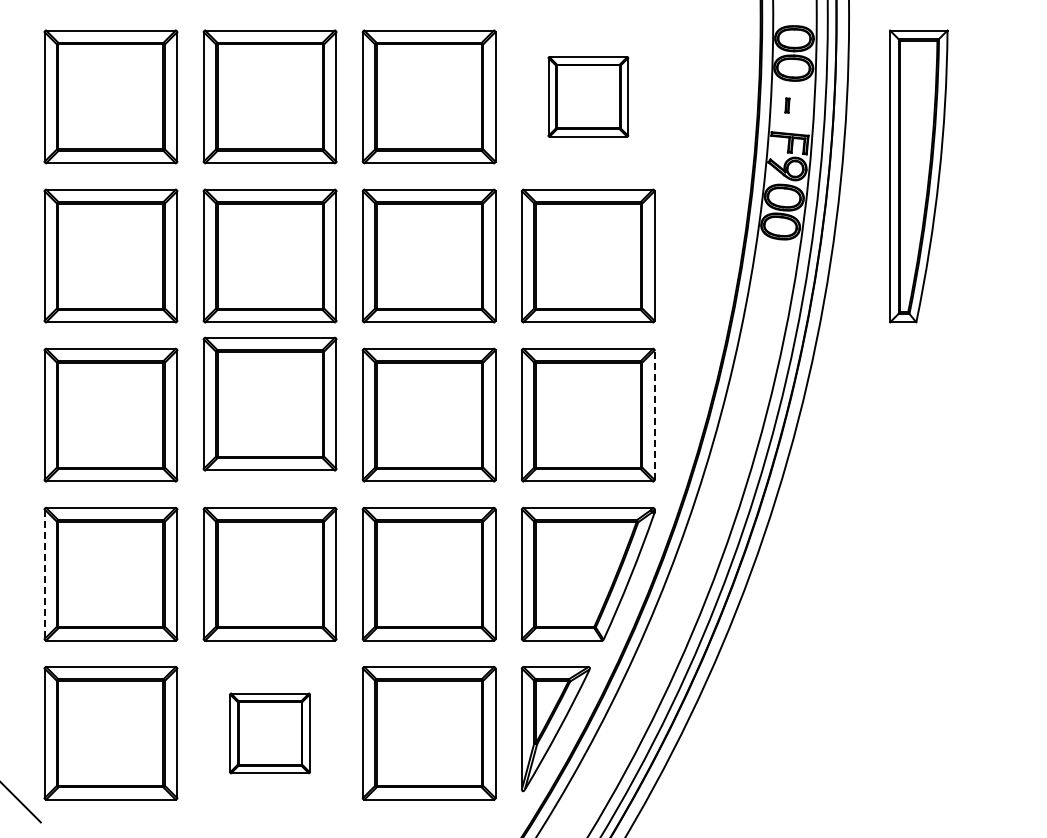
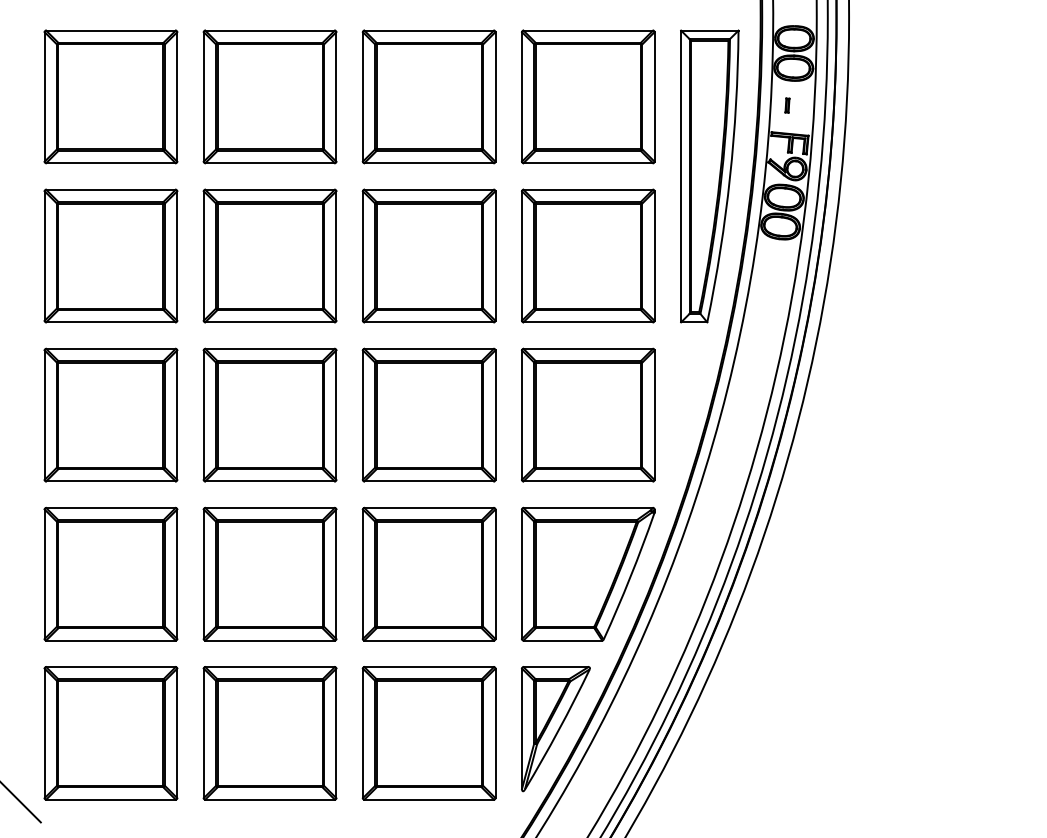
part at (588, 96) size: 83x82 px -> 135x136 px
part at (918, 176) position: (918, 176) -> (709, 176)
part at (269, 403) position: (269, 403) -> (269, 414)
line at (654, 415): dashed -> solid
line at (44, 574): dashed -> solid
part at (269, 733) size: 82x83 px -> 136x135 px
